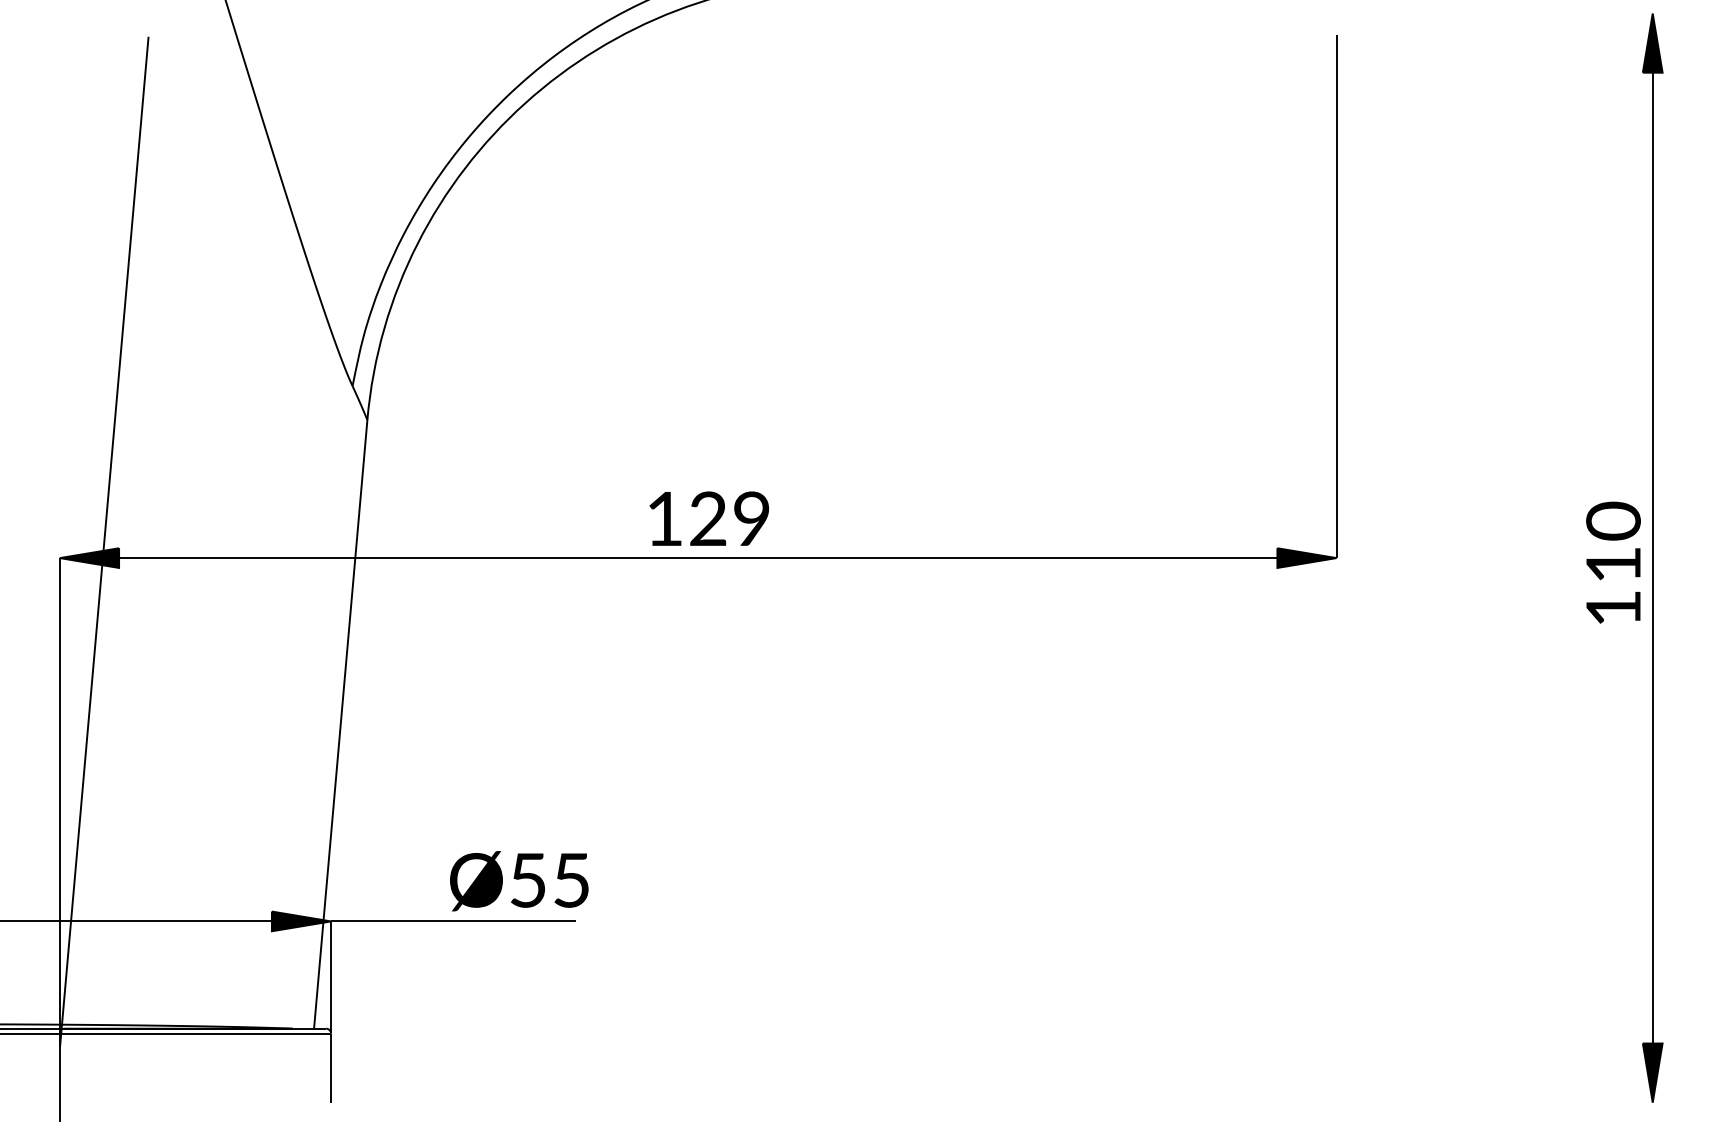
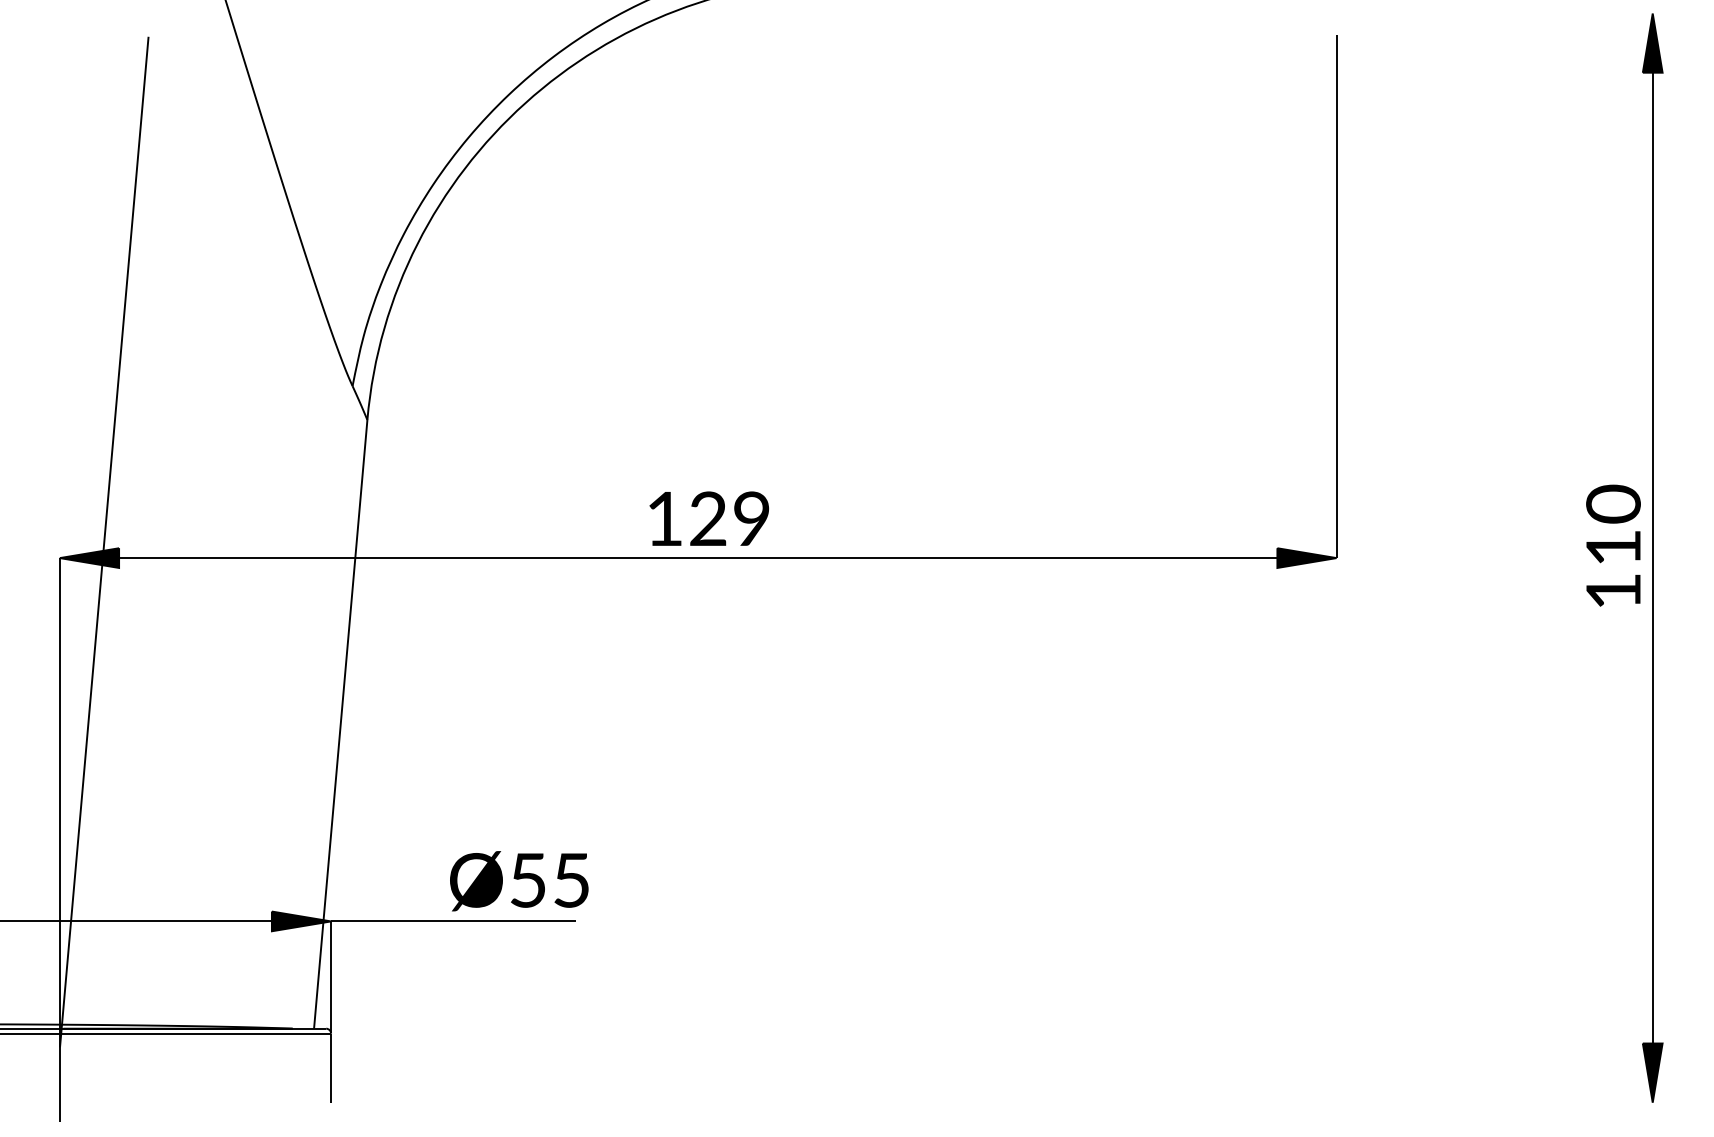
text at (1613, 562) position: (1613, 562) -> (1613, 545)
